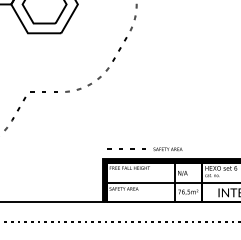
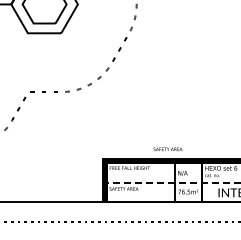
line at (122, 148): present -> none
line at (173, 182): solid -> dashed
